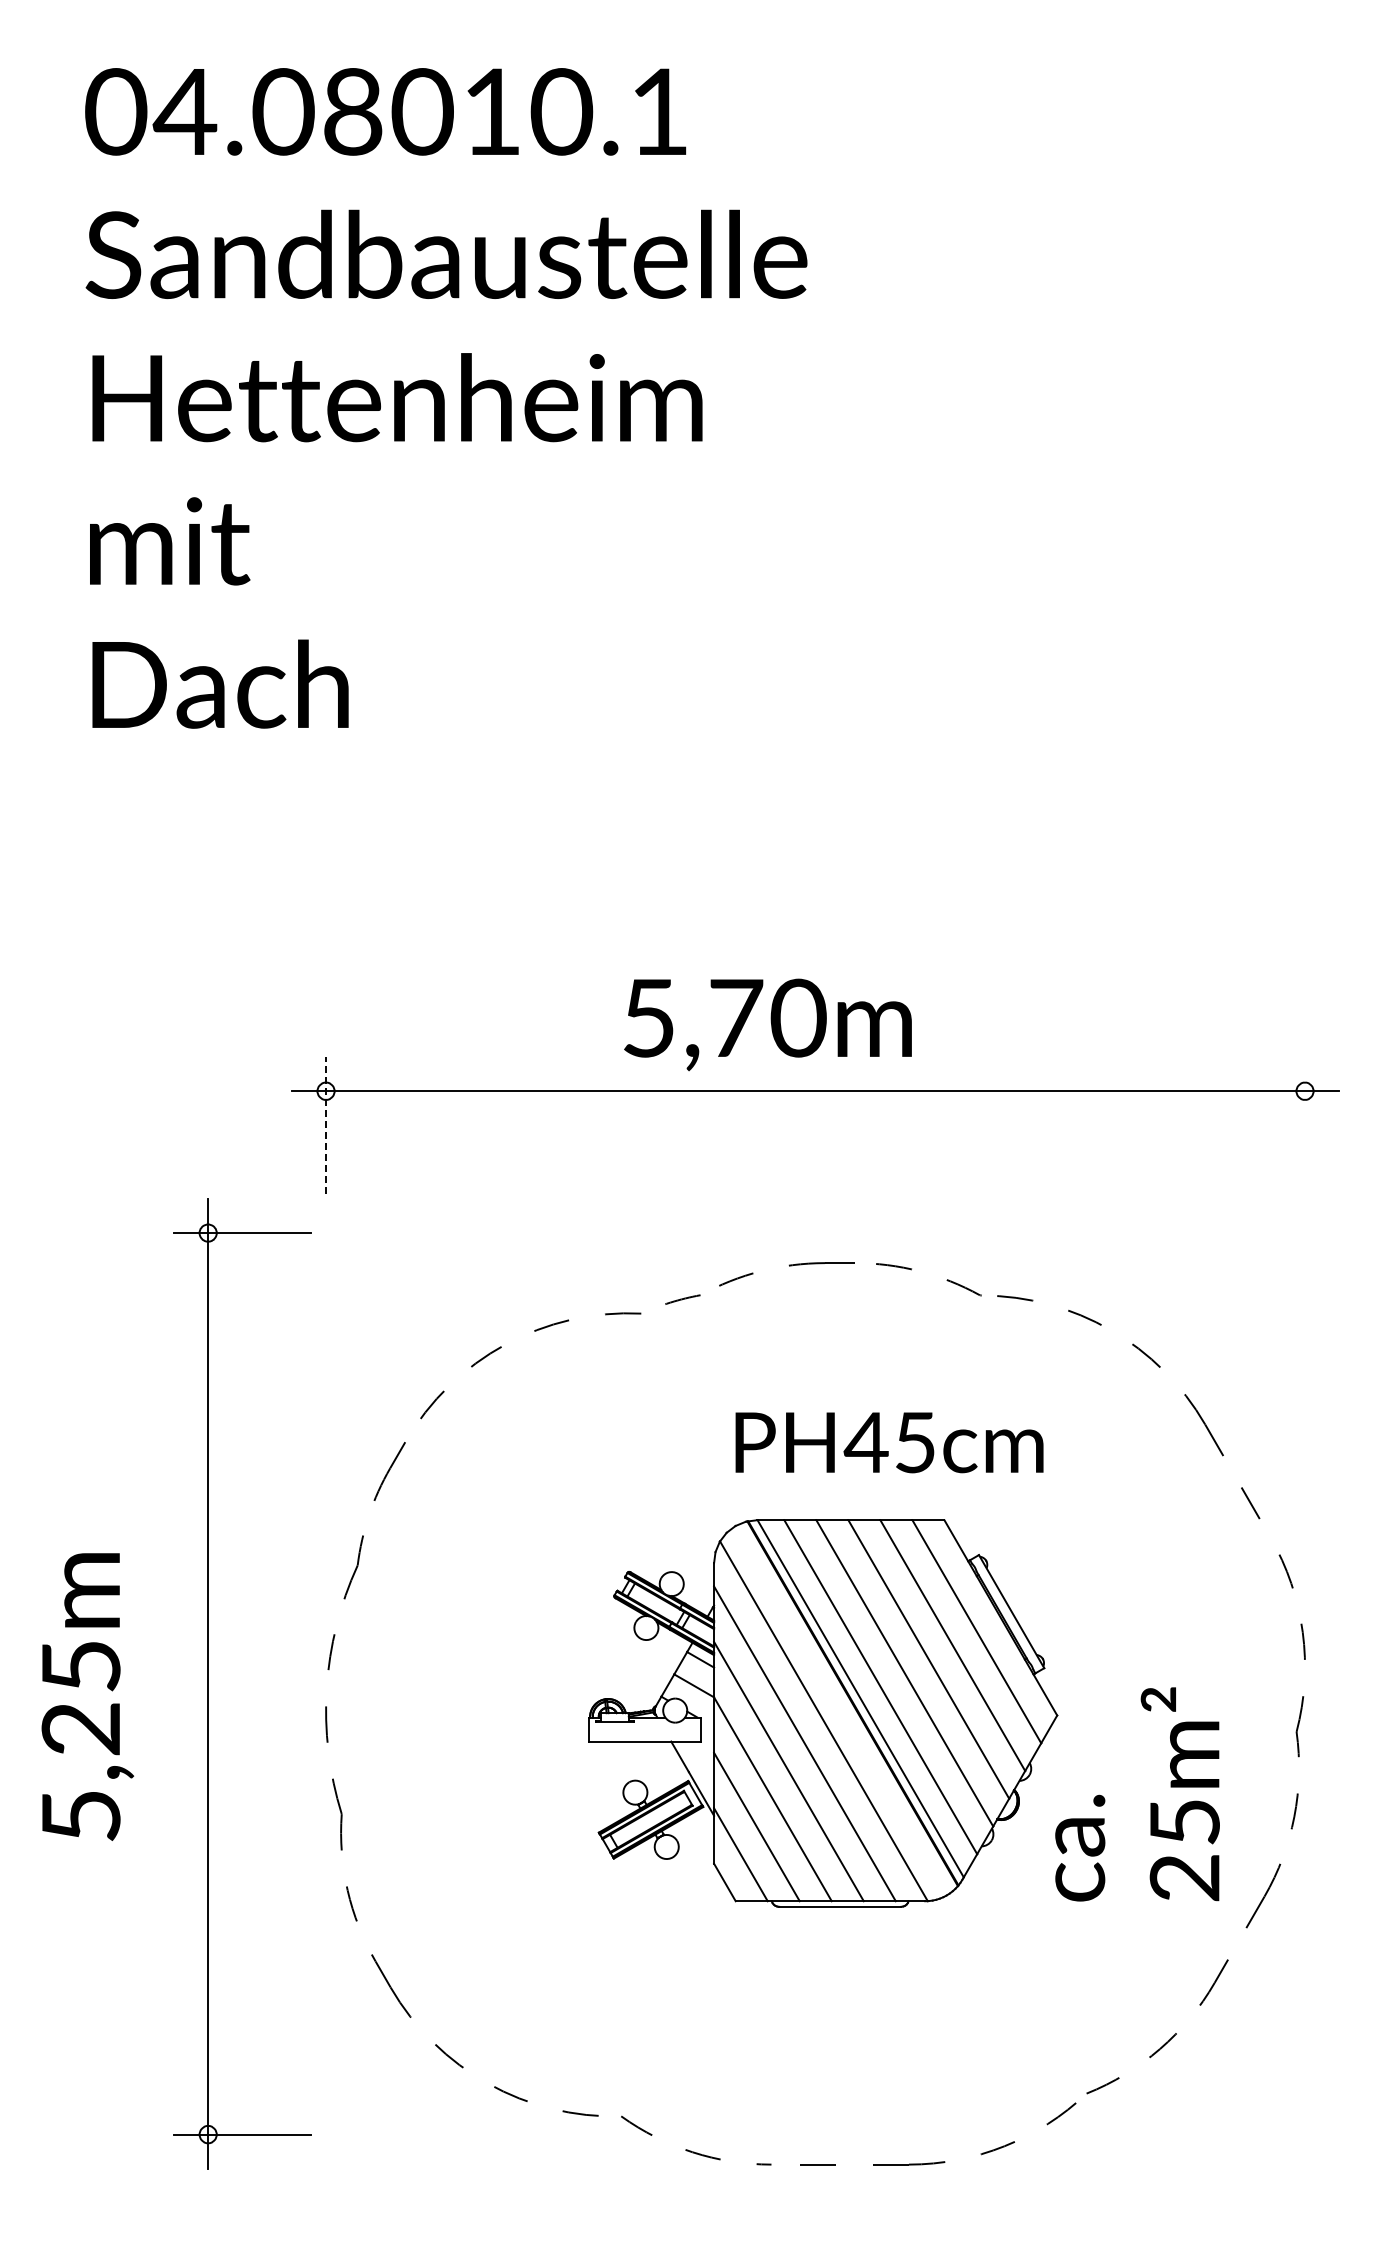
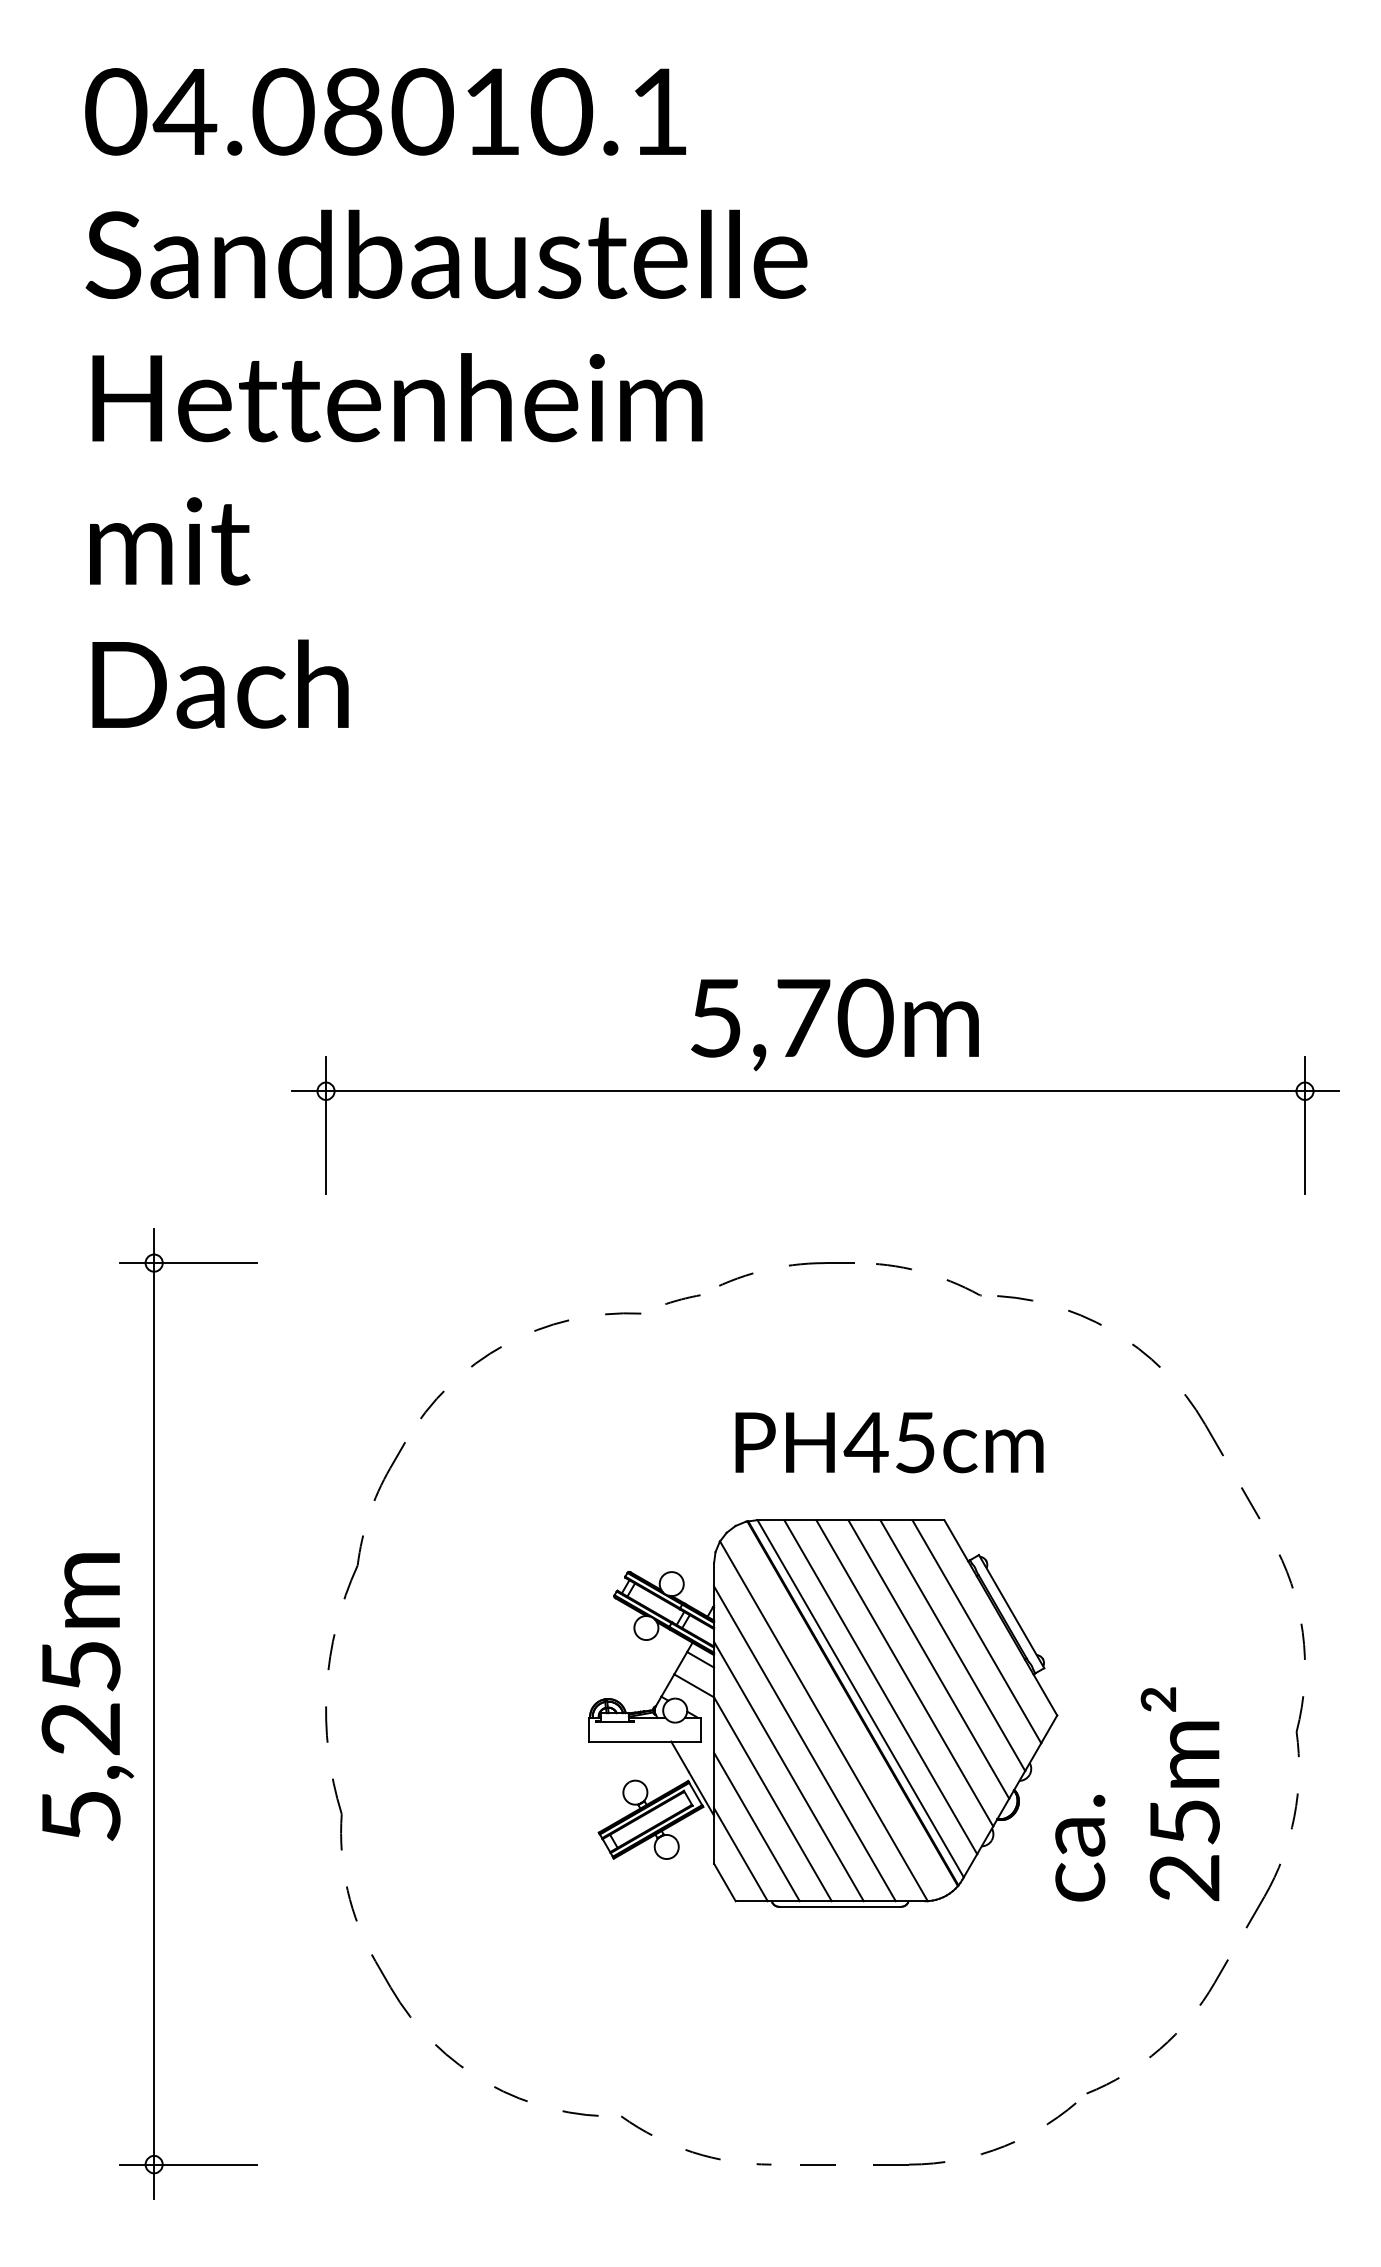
text at (767, 1024) position: (767, 1024) -> (834, 1024)
line at (326, 1125): dashed -> solid
line at (1305, 1125): none -> present
part at (208, 1683) position: (208, 1683) -> (154, 1713)
